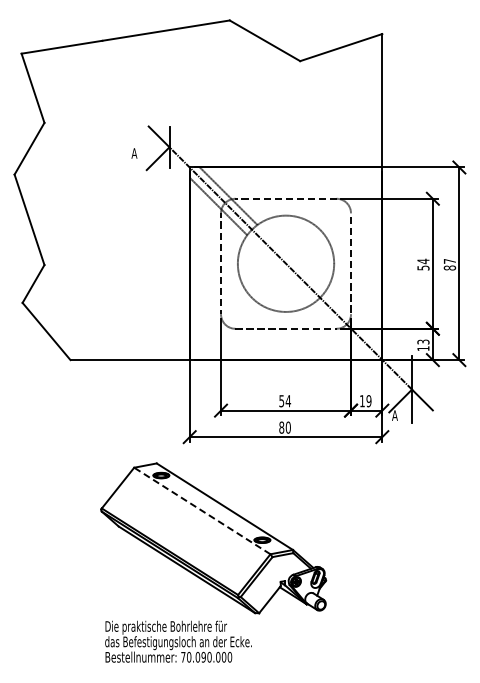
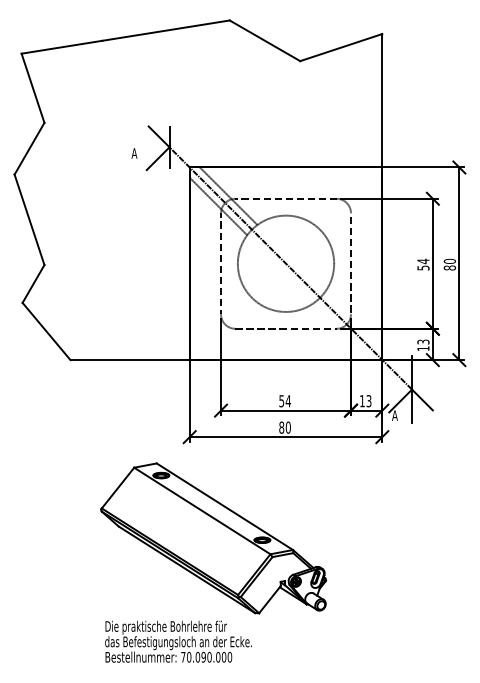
text at (449, 260): 87 -> 80
text at (368, 401): 19 -> 13
line at (202, 511): dashed -> solid
